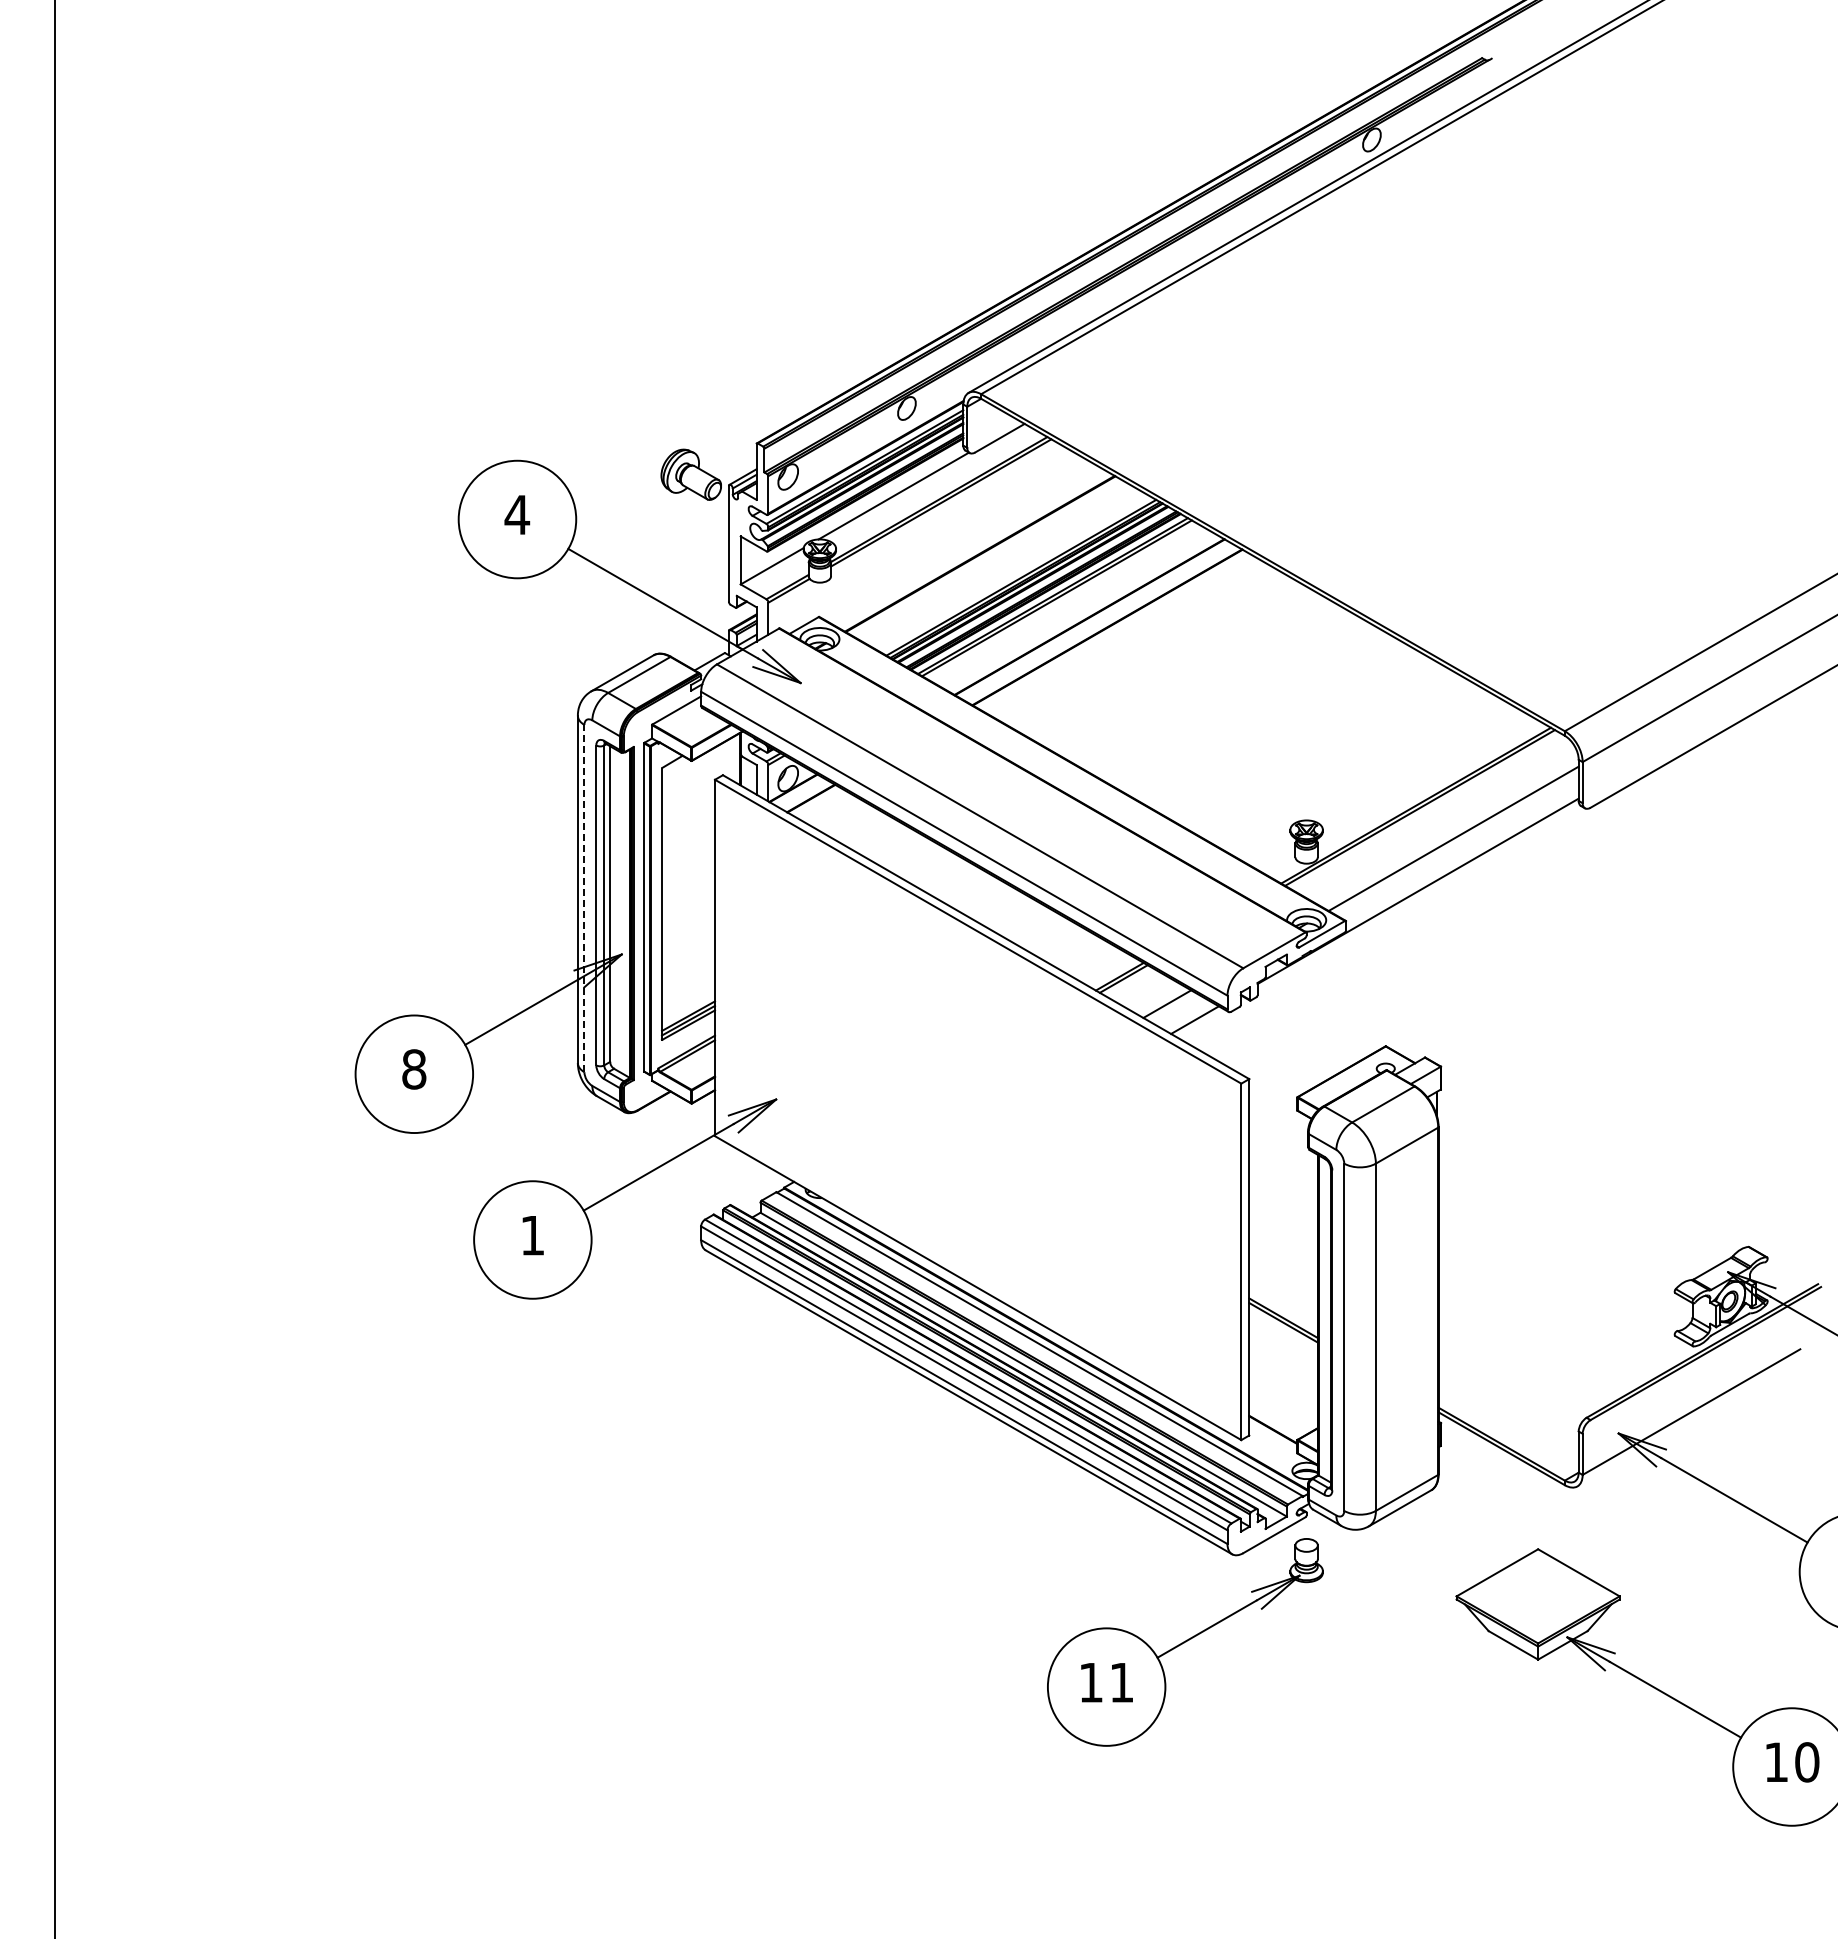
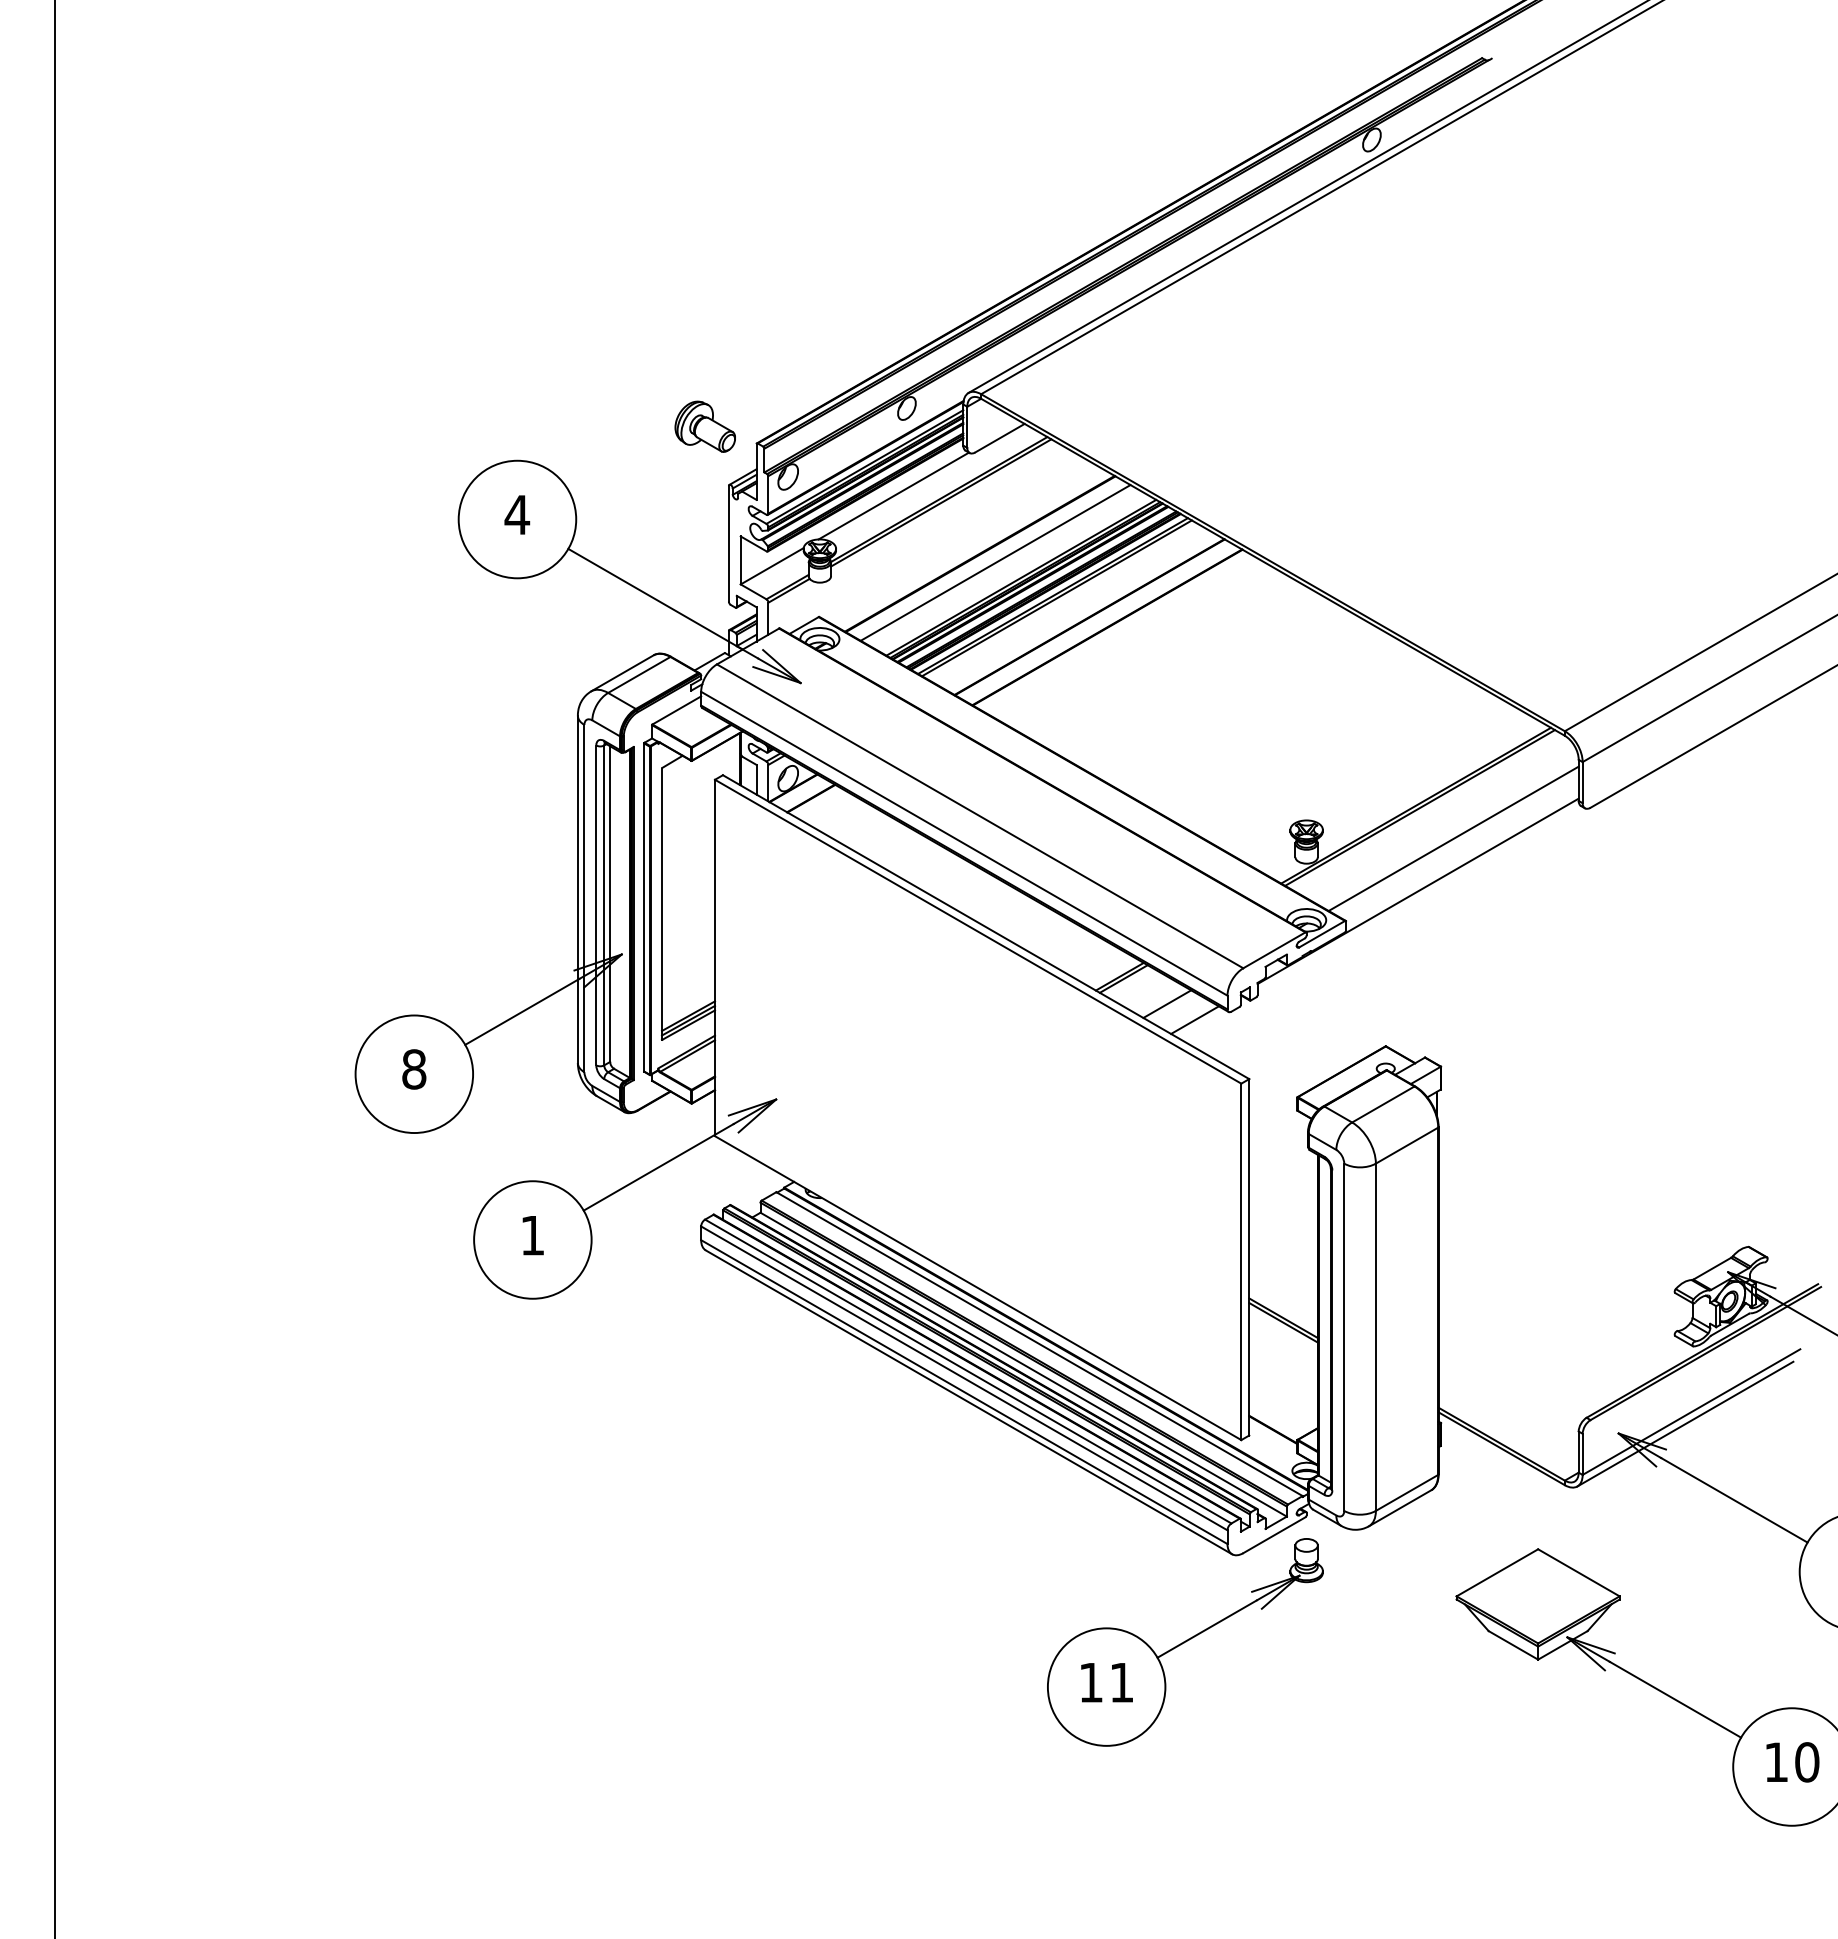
part at (690, 474) position: (690, 474) -> (704, 426)
line at (995, 562): none -> present
line at (584, 898): dashed -> solid
line at (1685, 1423): none -> present
